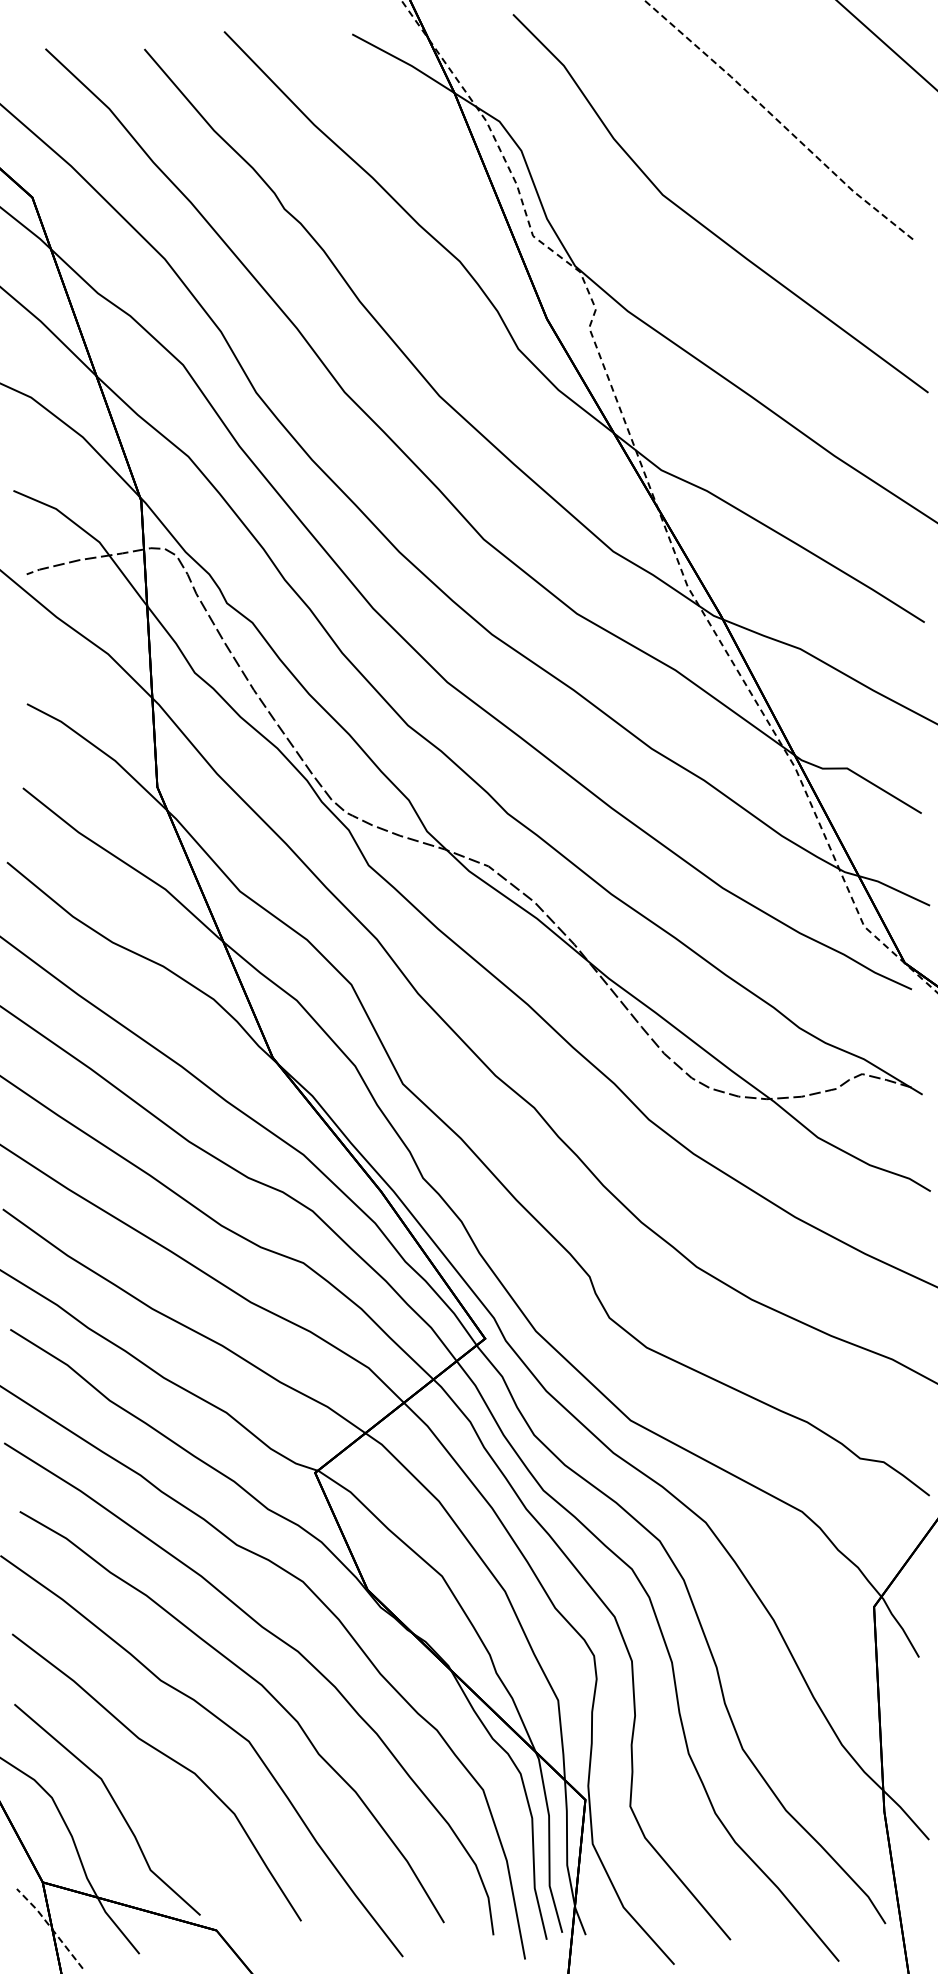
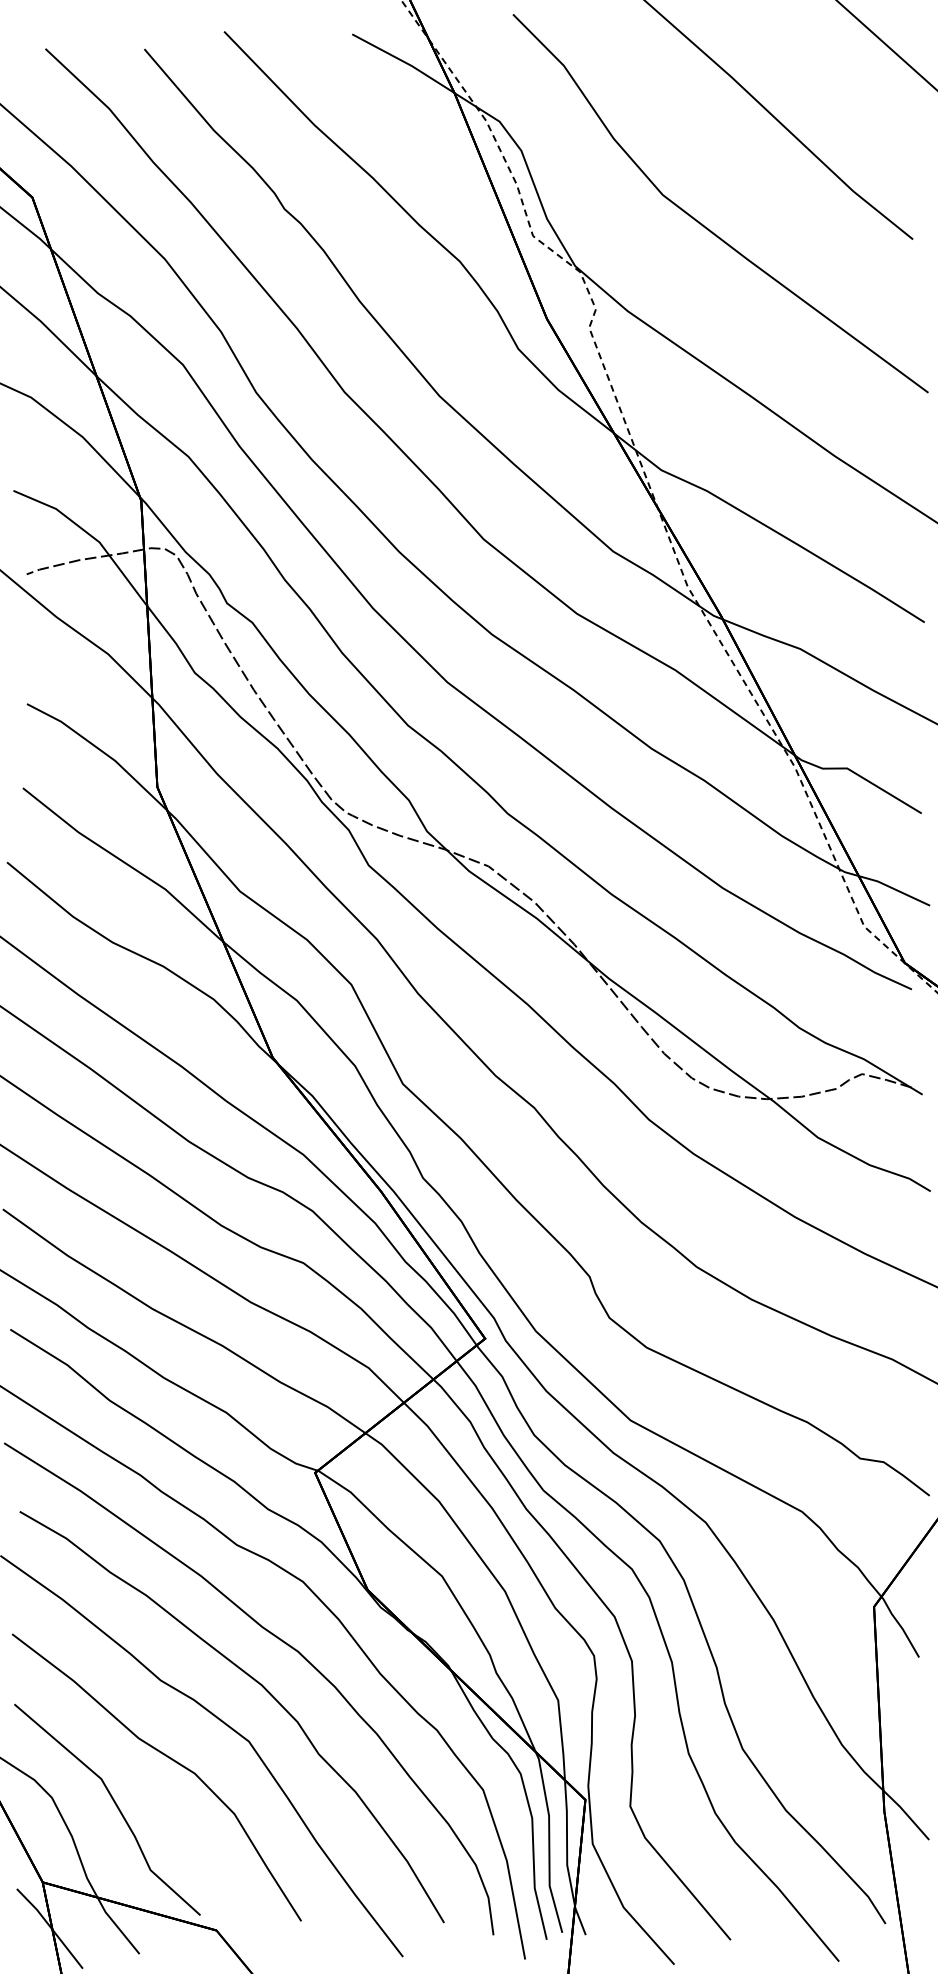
line at (777, 120): dashed -> solid
line at (50, 1927): dashed -> solid
